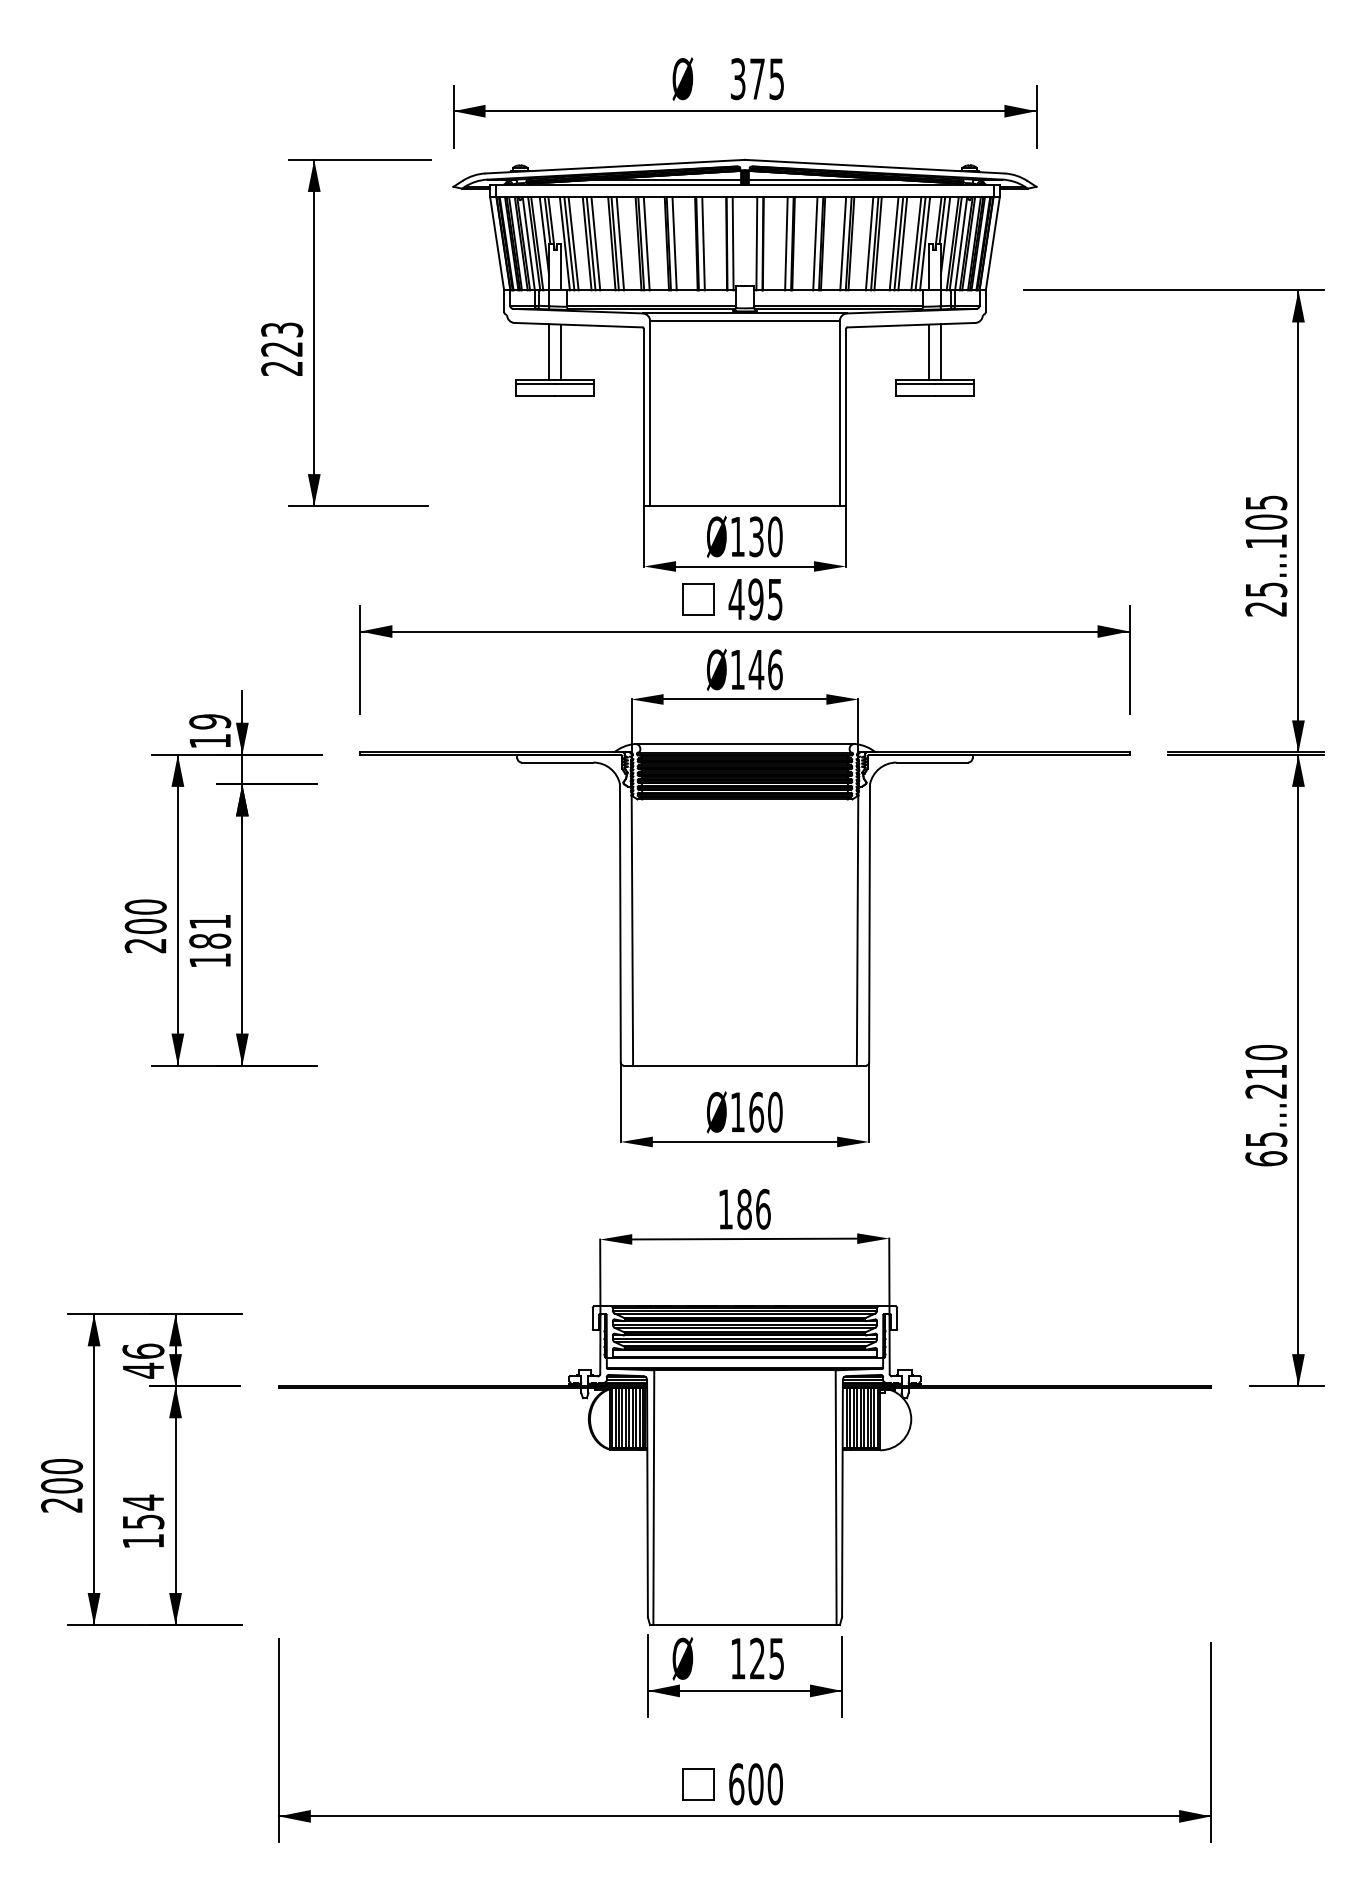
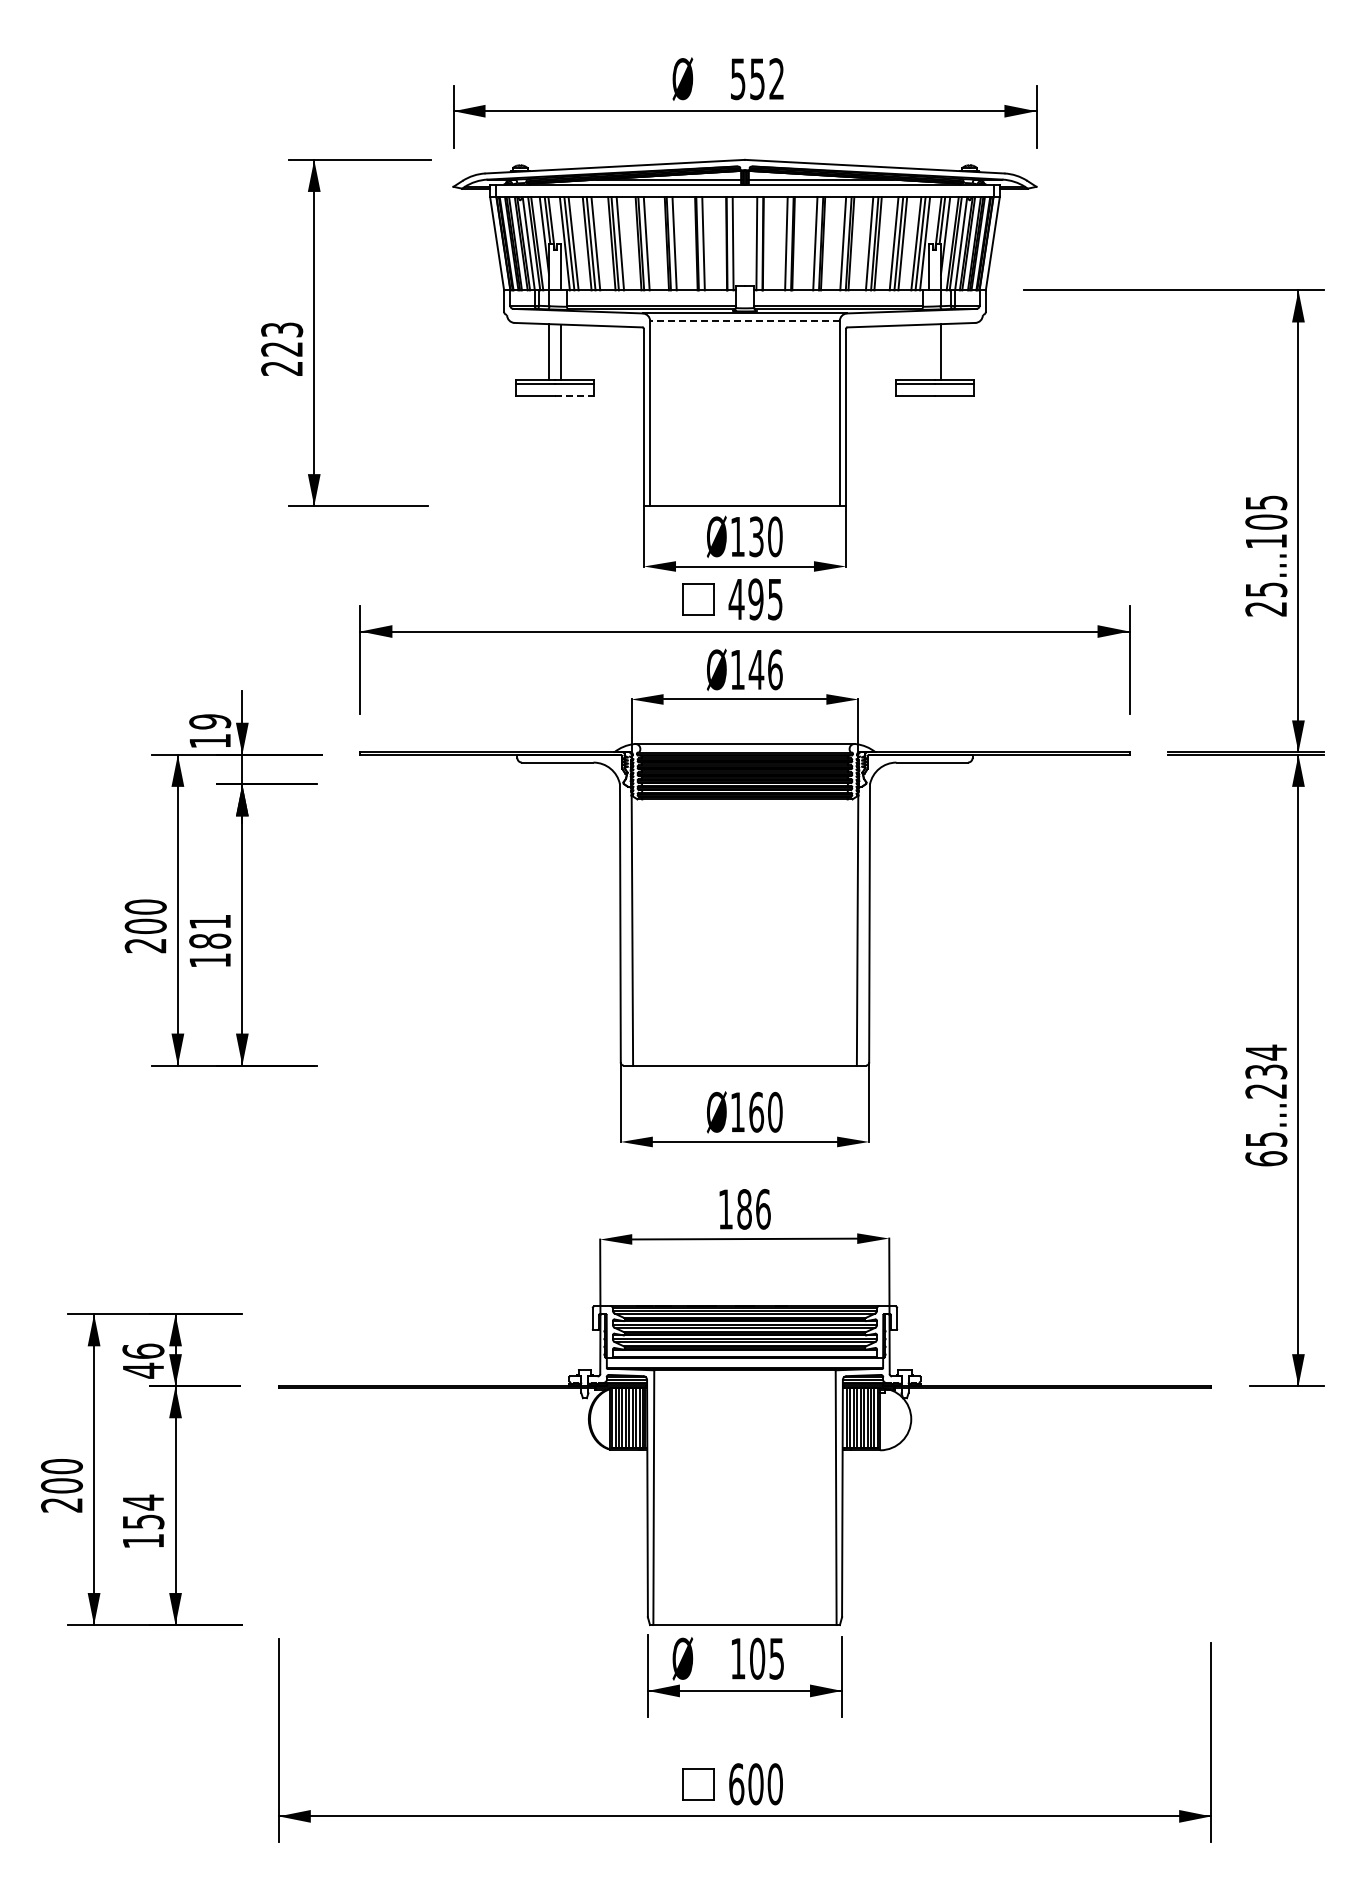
text at (757, 79): 375 -> 552
line at (744, 321): solid -> dashed
line at (928, 352): present -> none
line at (575, 395): solid -> dashed
text at (1266, 1061): 65...210 -> 65...234
text at (757, 1658): 125 -> 105
